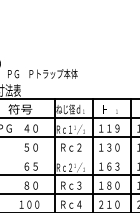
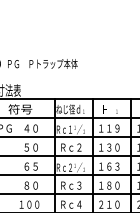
text at (42, 73) position: (42, 73) -> (42, 63)
line at (69, 156): none -> present
